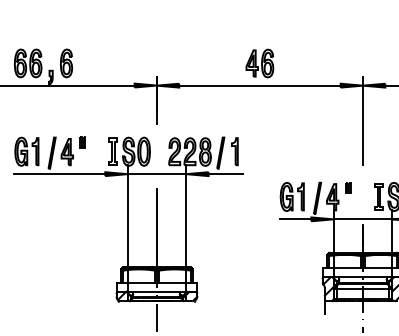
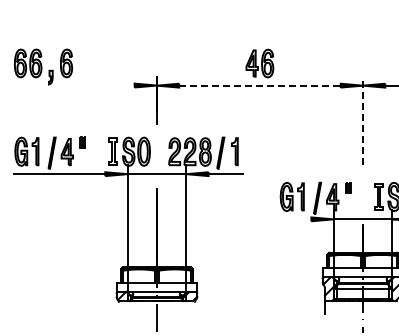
line at (68, 85): present -> none
line at (259, 85): solid -> dashed
line at (362, 120): solid -> dashed
line at (295, 219): present -> none
